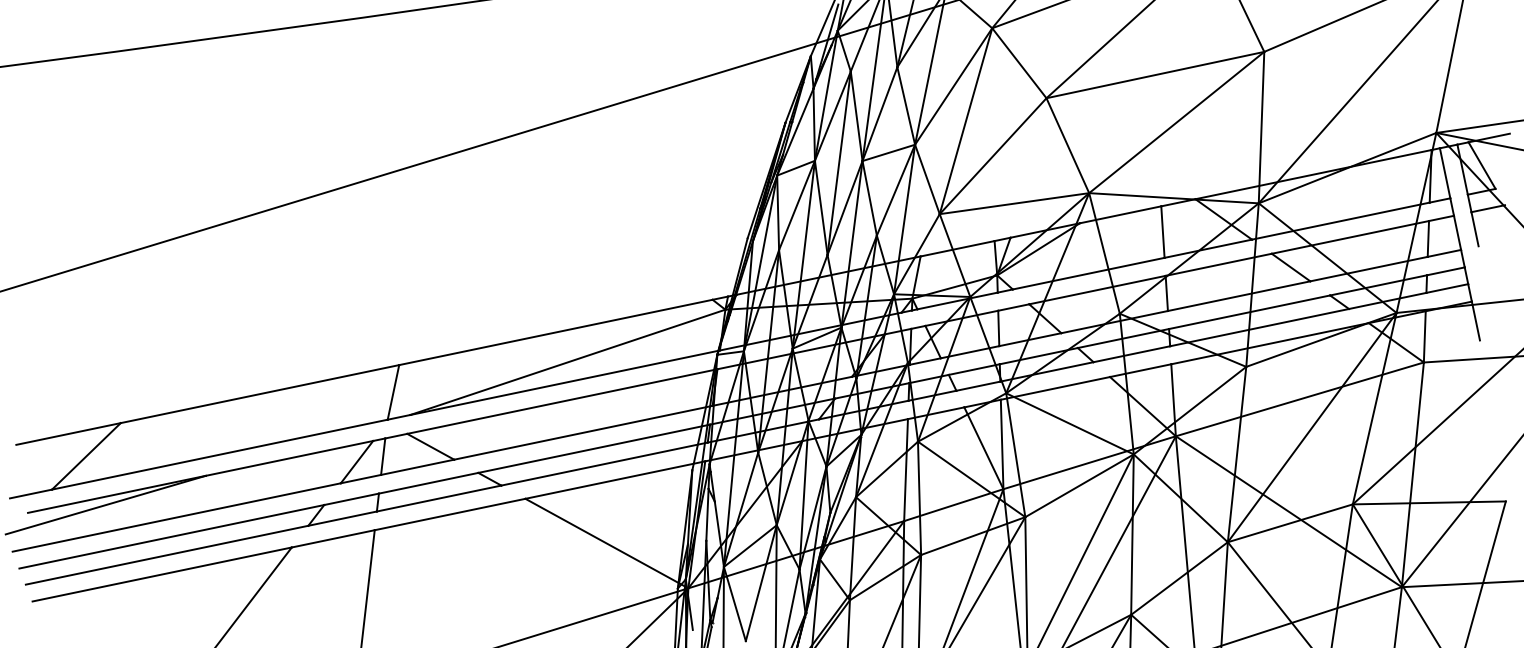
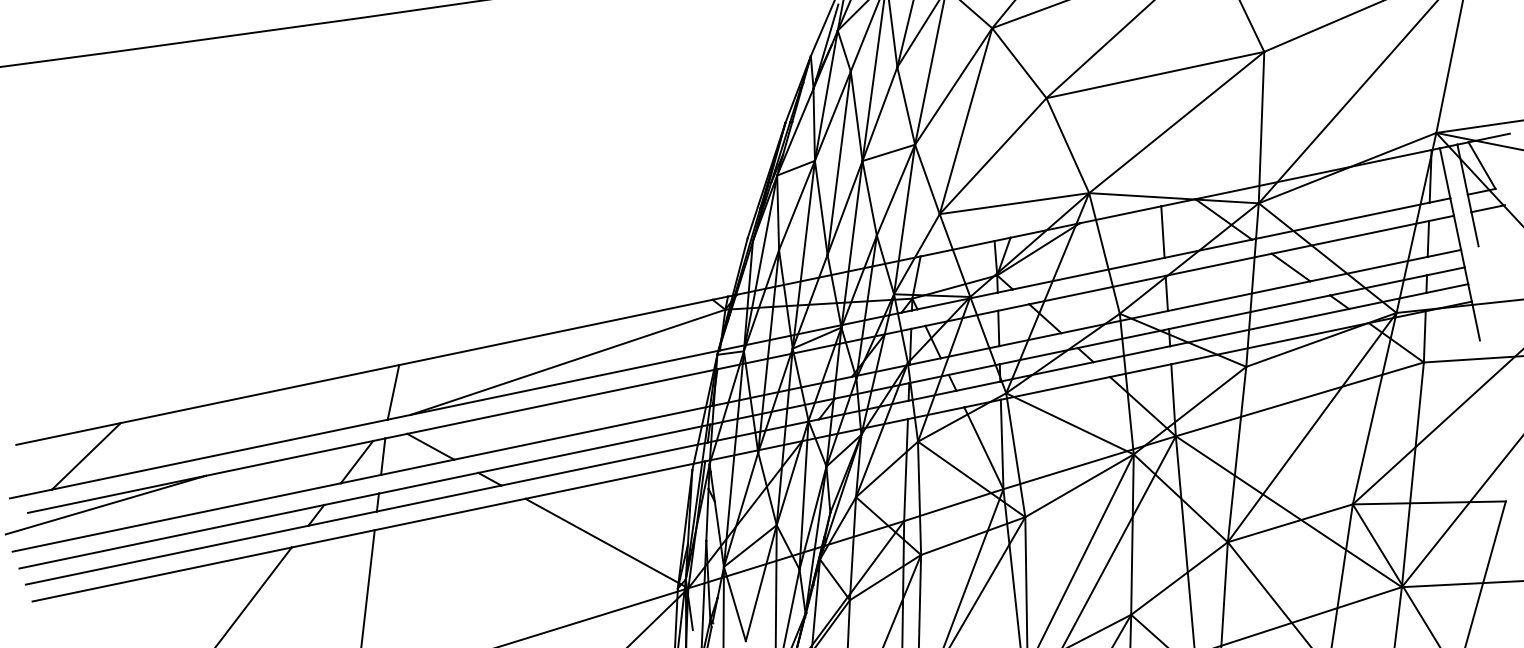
line at (476, 146): present -> none
